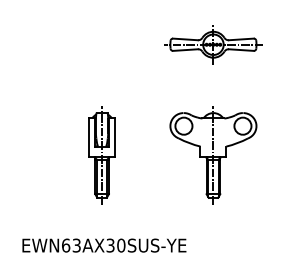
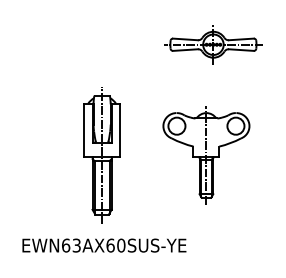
part at (101, 155) size: 28x99 px -> 38x137 px
part at (213, 155) position: (213, 155) -> (206, 155)
text at (110, 245): EWN63AX30SUS-YE -> EWN63AX60SUS-YE
